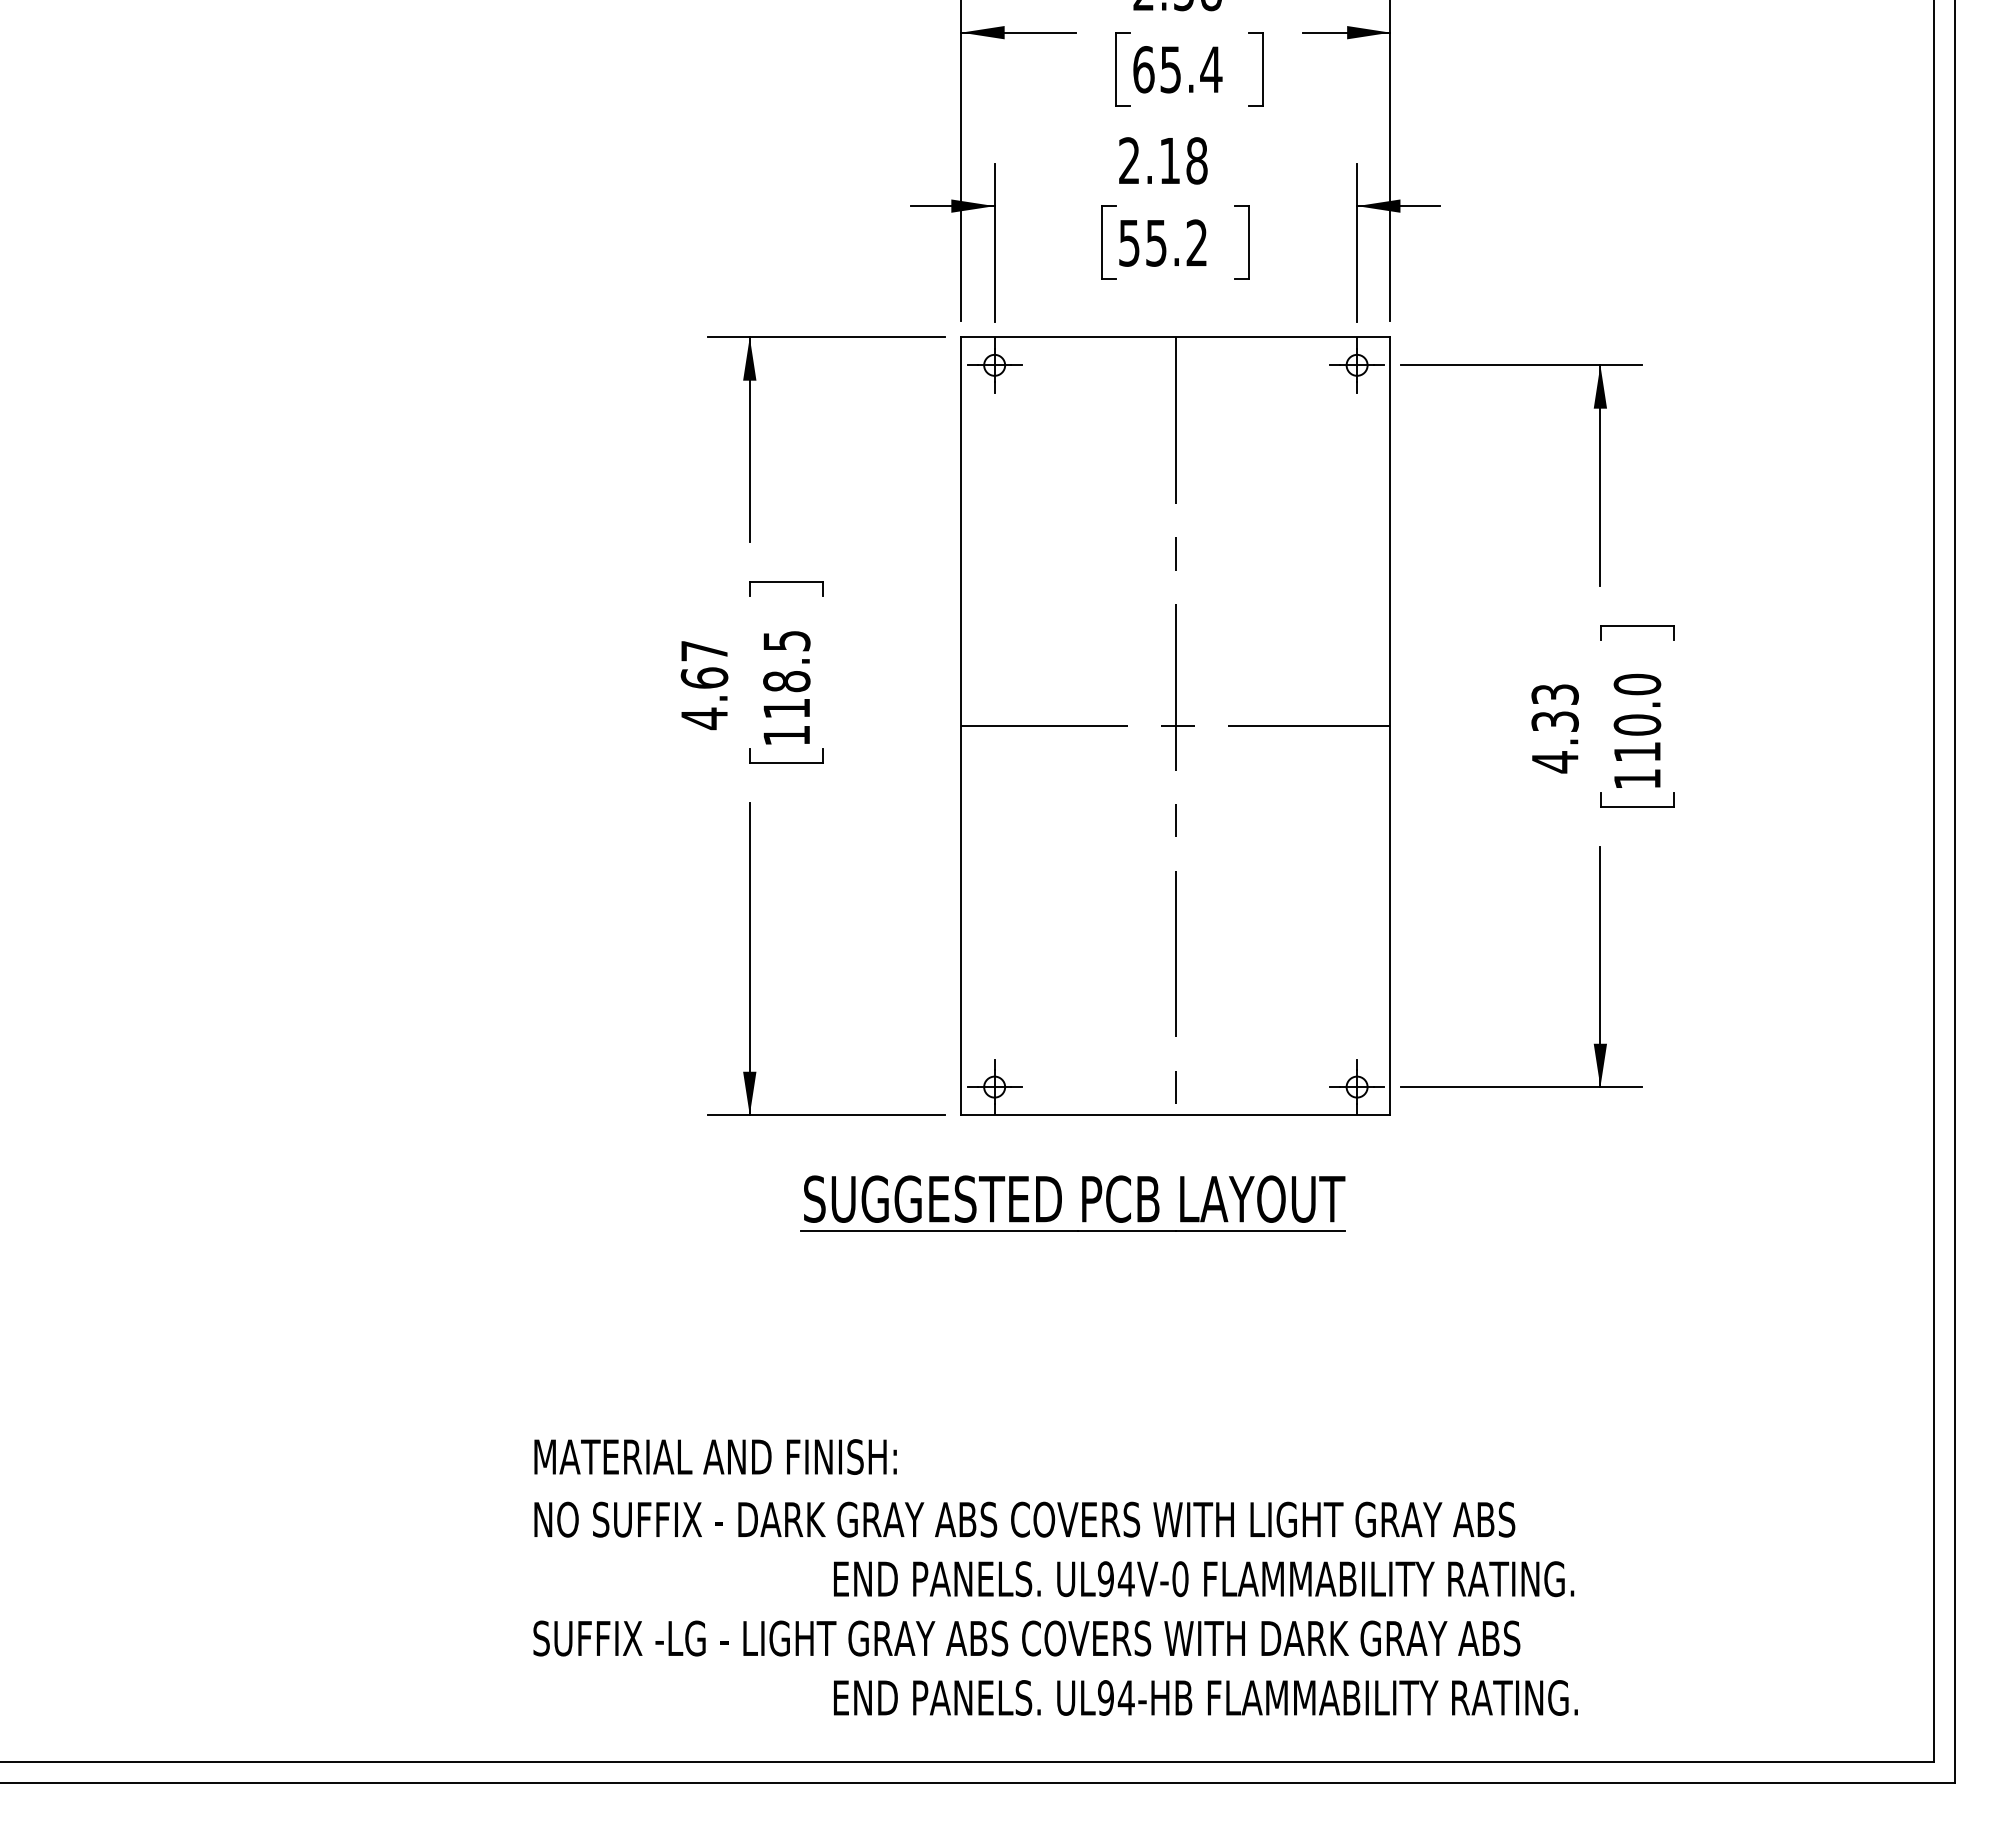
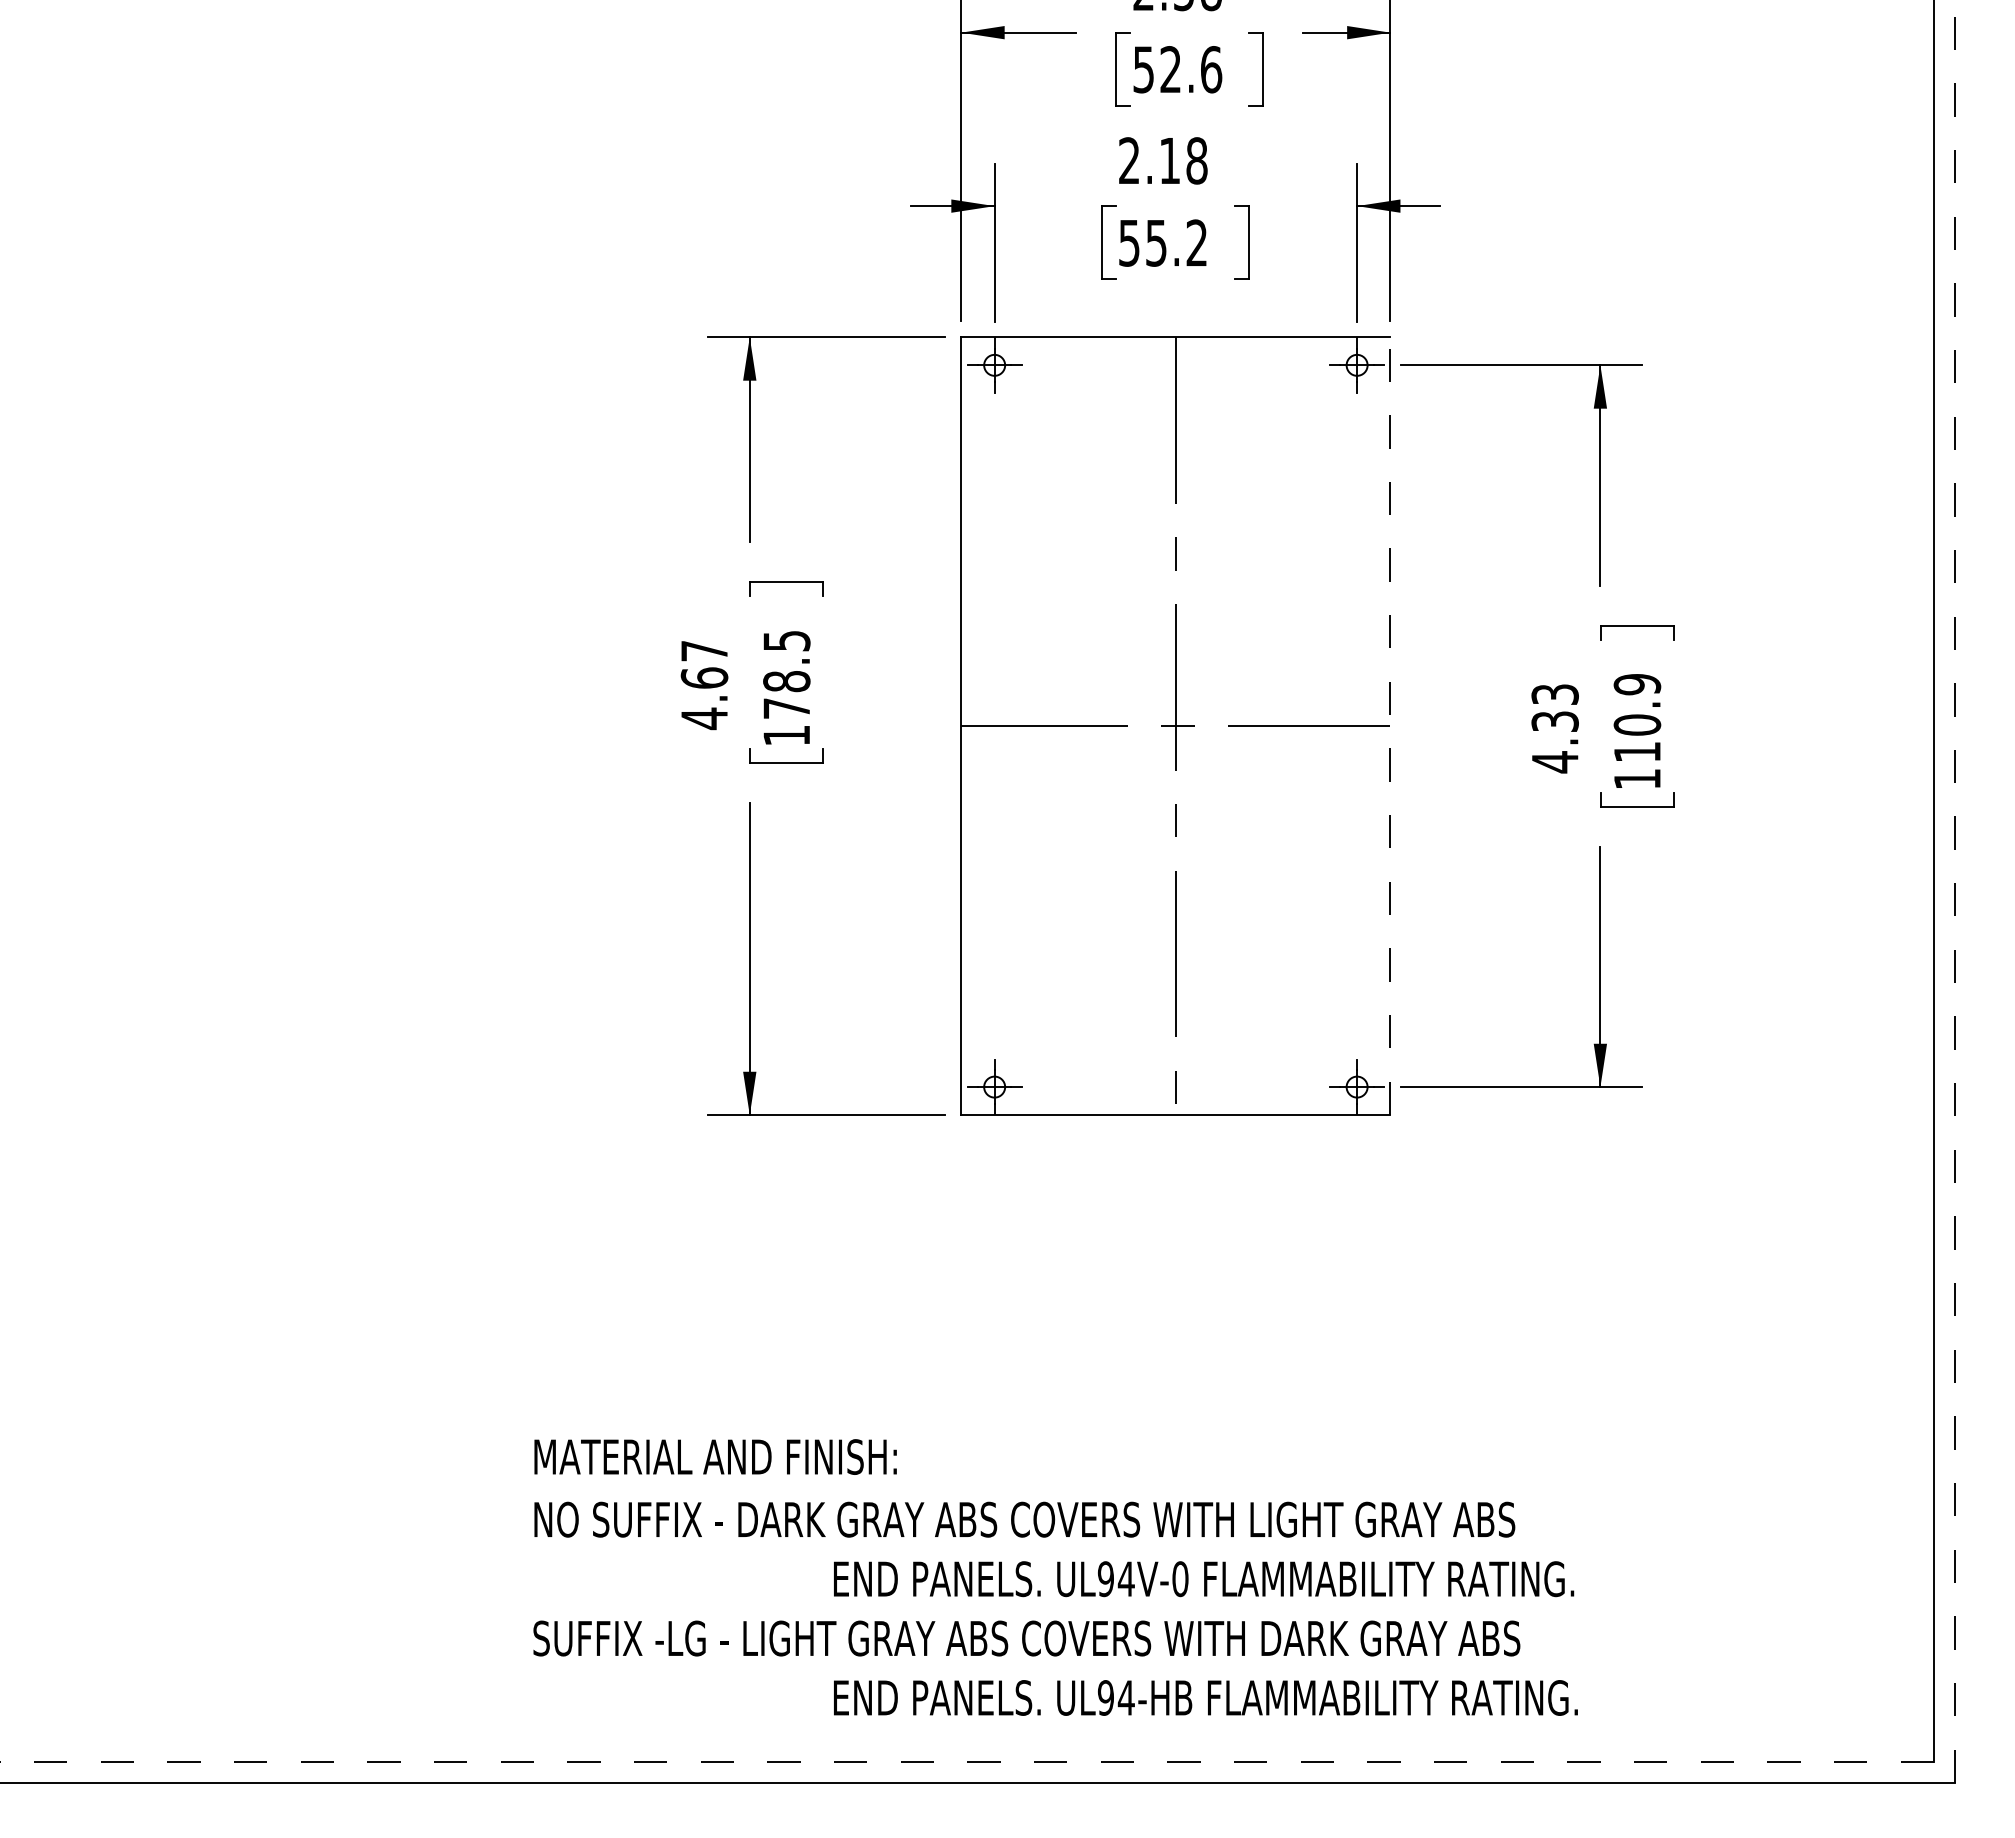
text at (1177, 69): 65.4 -> 52.6
text at (1637, 684): 110.0 -> 110.9
text at (786, 708): 118.5 -> 178.5
line at (1390, 726): solid -> dashed
line at (1954, 891): solid -> dashed
part at (1082, 1203): present -> none
line at (967, 1762): solid -> dashed
